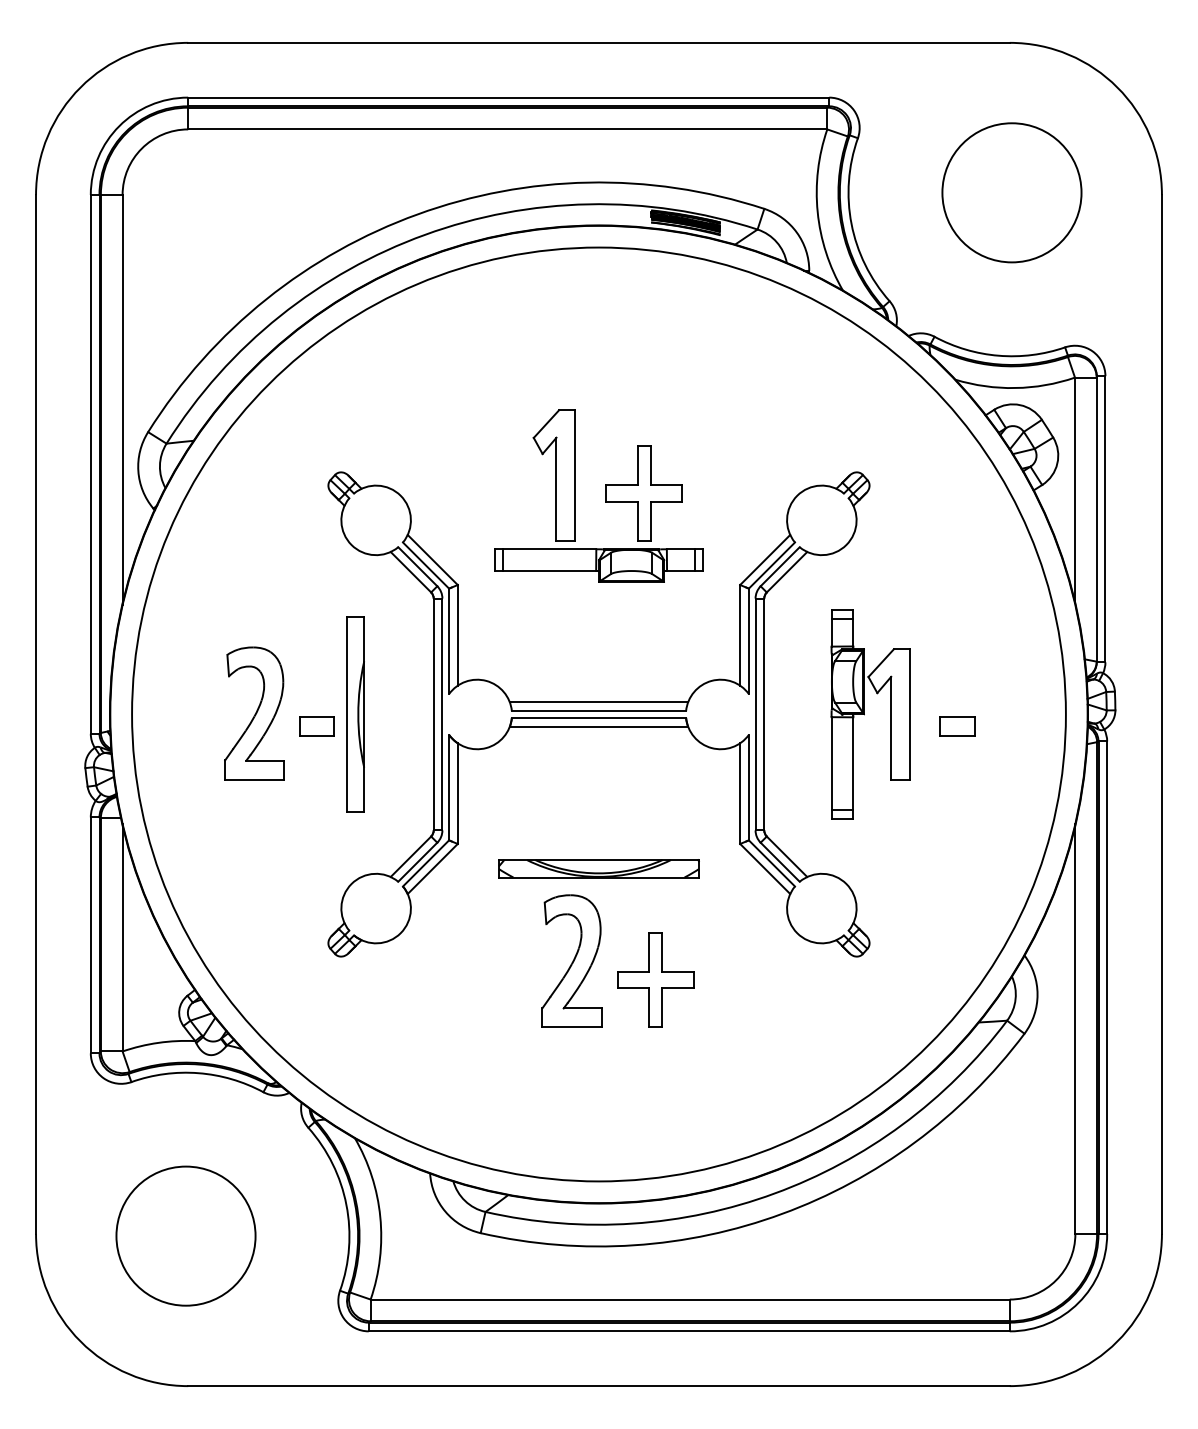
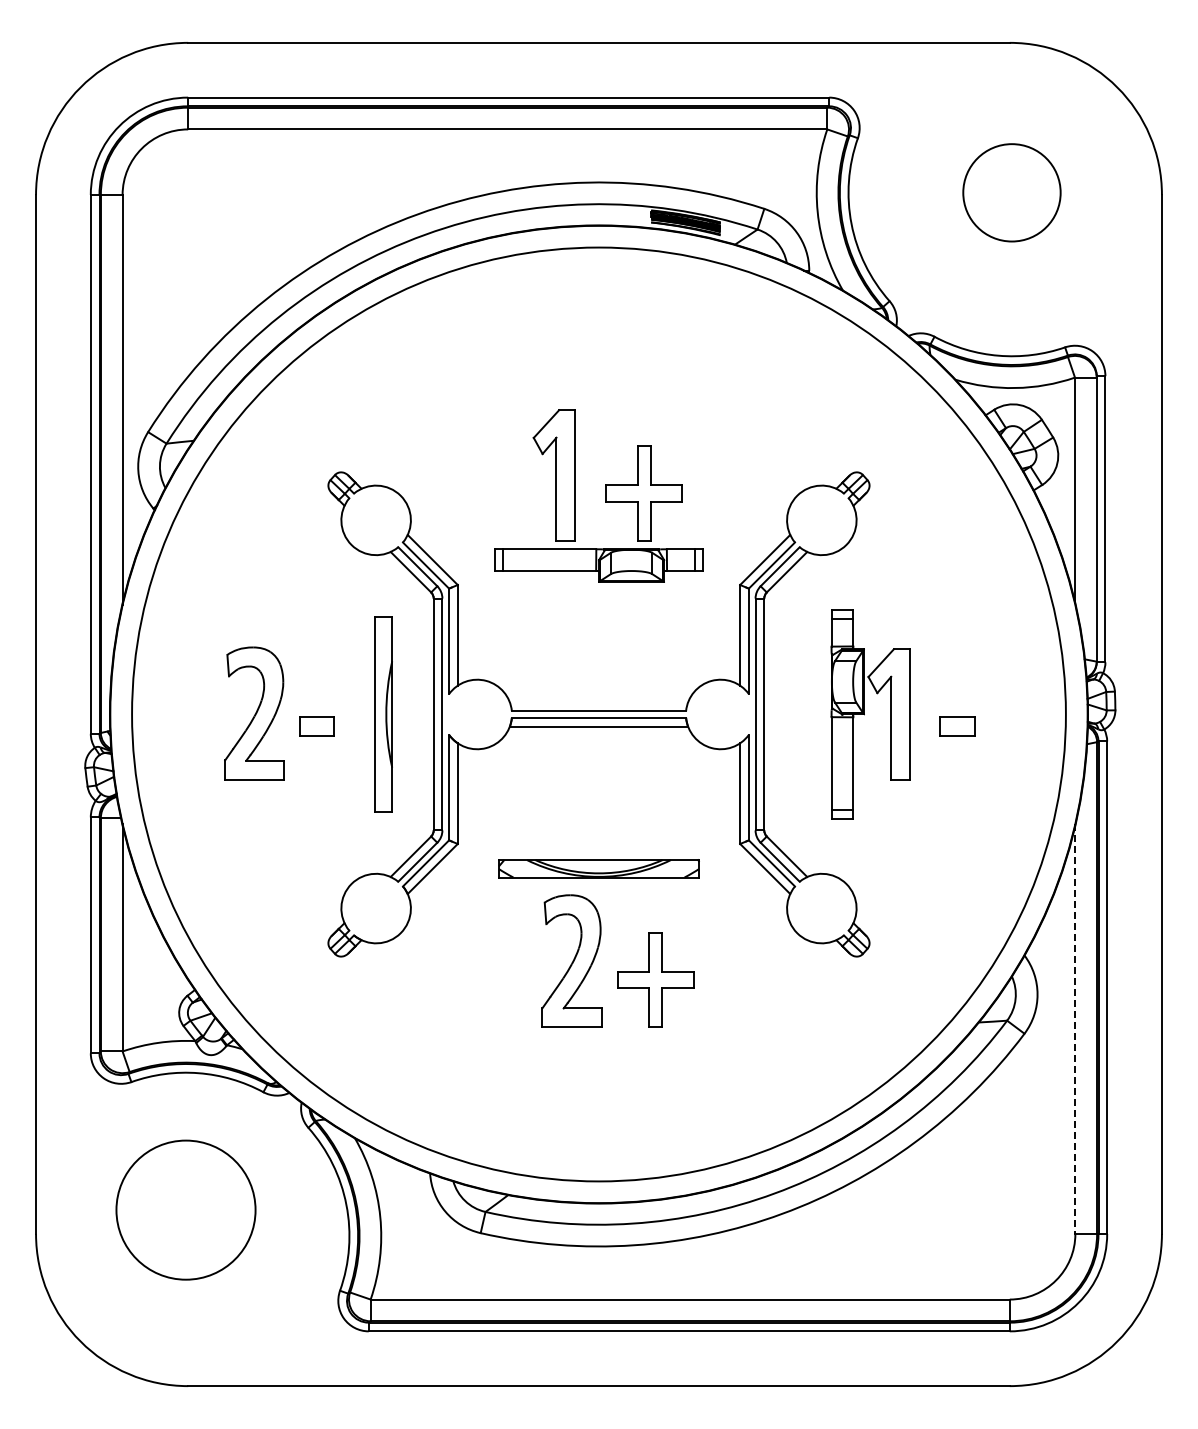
circle at (1011, 192) diameter: 139 px -> 97 px
line at (598, 702): present -> none
part at (355, 714) position: (355, 714) -> (383, 714)
line at (1075, 1028): solid -> dashed
circle at (185, 1235) position: (185, 1235) -> (185, 1209)
